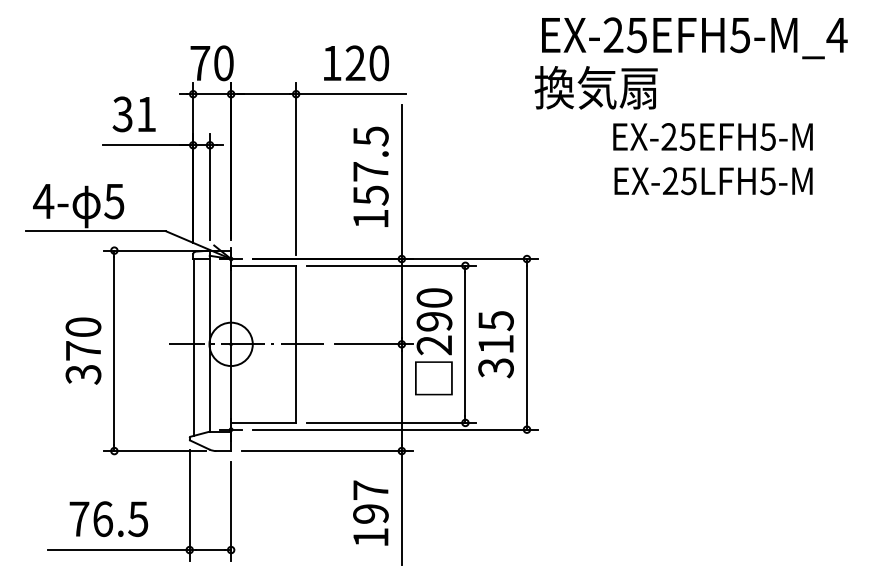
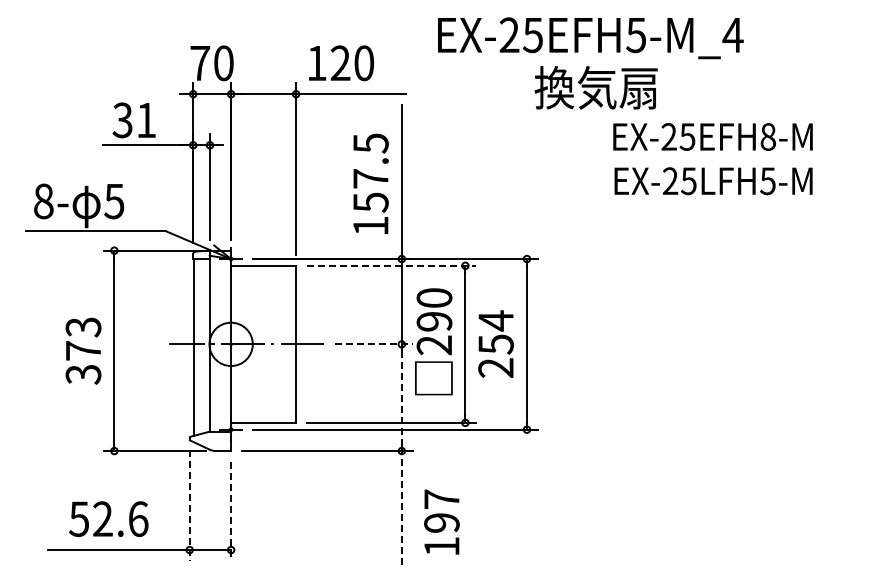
text at (694, 38) position: (694, 38) -> (590, 38)
text at (356, 63) position: (356, 63) -> (341, 63)
text at (133, 114) position: (133, 114) -> (133, 120)
text at (767, 136): EX-25EFH5-M -> EX-25EFH8-M
text at (370, 176) position: (370, 176) -> (370, 183)
text at (43, 201): 4- -> 8-
line at (391, 265): solid -> dashed
text at (83, 327): 370 -> 373
line at (373, 344): solid -> dashed
text at (495, 344): 315 -> 254
line at (401, 397): solid -> dashed
line at (189, 506): solid -> dashed
line at (401, 507): solid -> dashed
line at (231, 511): solid -> dashed
text at (370, 512) position: (370, 512) -> (441, 521)
text at (108, 519): 76.5 -> 52.6
